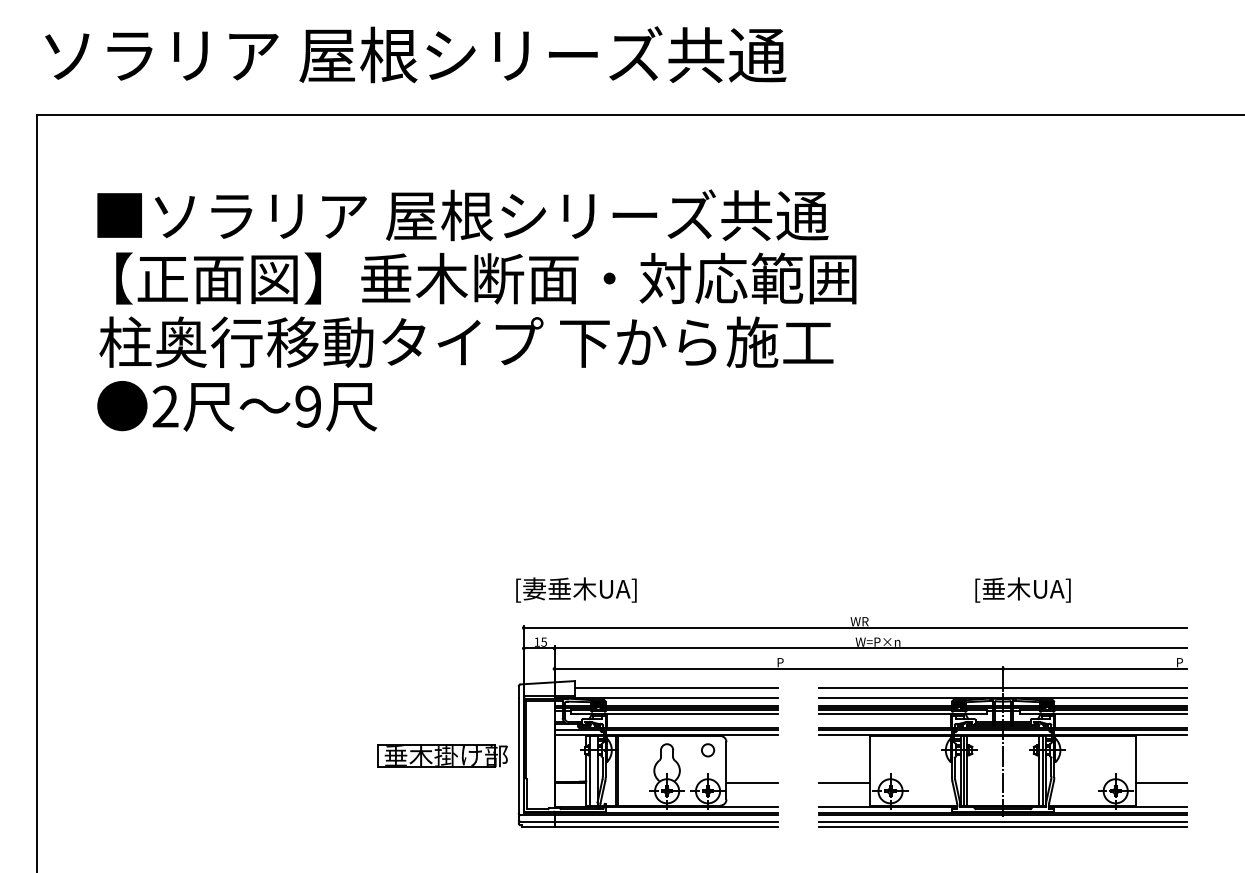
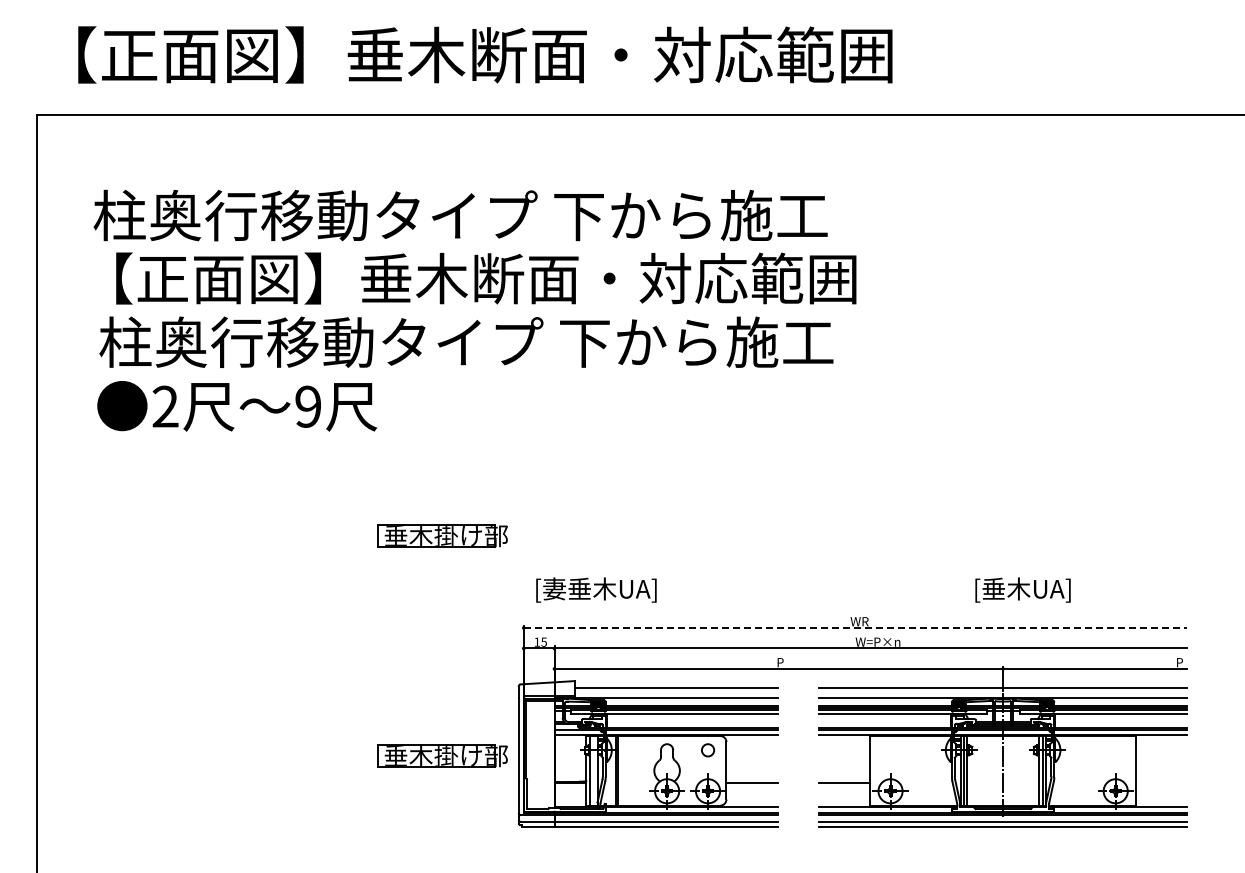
text at (468, 54): ソラリア 屋根シリーズ共通 -> 【正面図】垂木断面・対応範囲
text at (460, 215): ■ソラリア 屋根シリーズ共通 -> 柱奥行移動タイプ 下から施工
part at (442, 535): none -> present
text at (576, 589) position: (576, 589) -> (596, 589)
line at (855, 627): solid -> dashed
line at (1161, 782): present -> none
